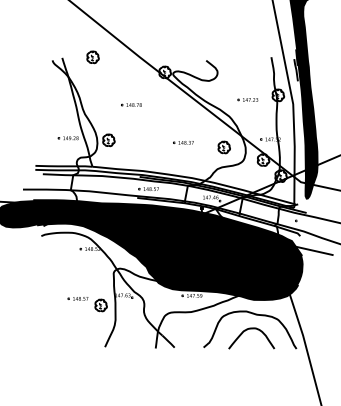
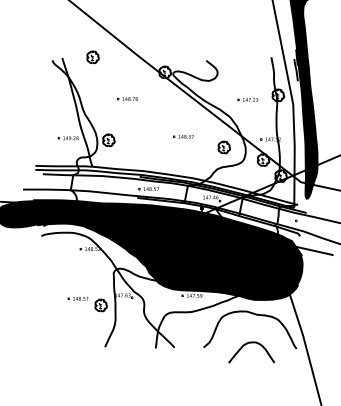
line at (131, 104) position: (131, 104) -> (127, 98)
part at (183, 142) position: (183, 142) -> (183, 136)
curve at (247, 330) position: (247, 330) -> (247, 344)
